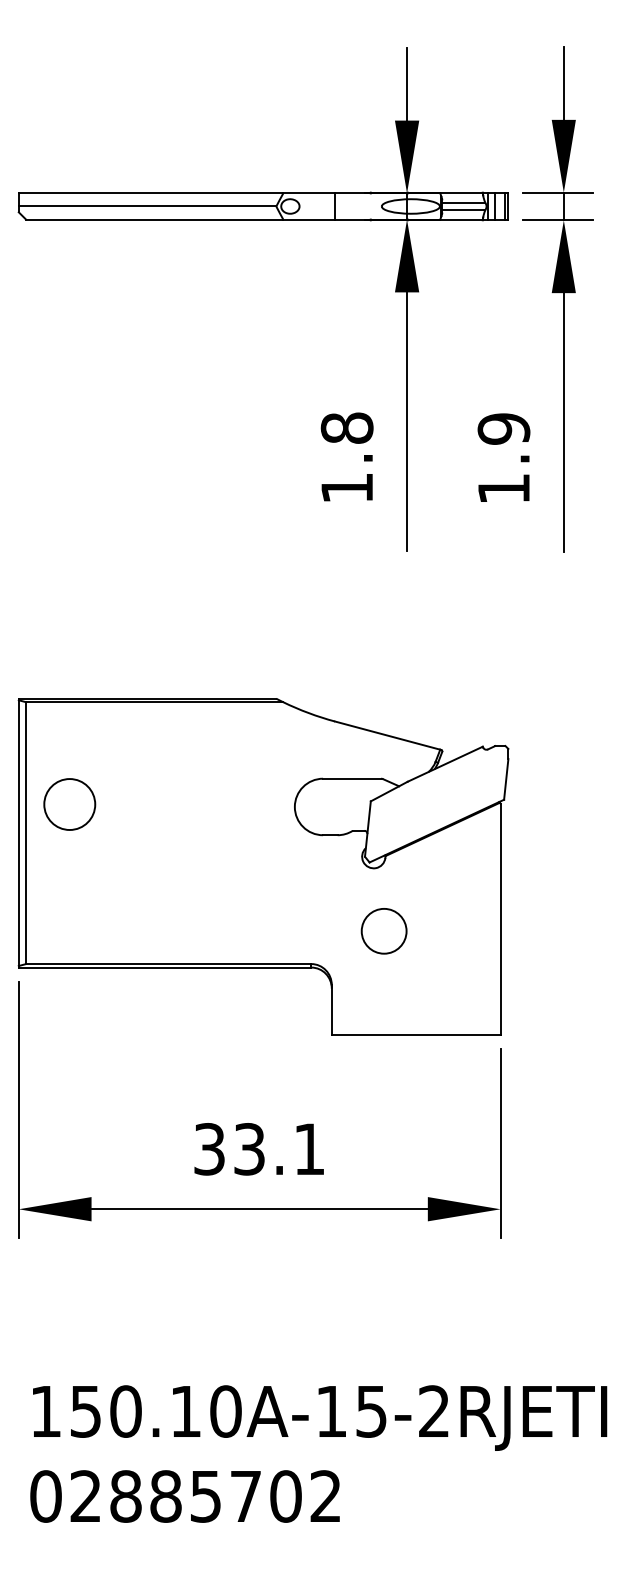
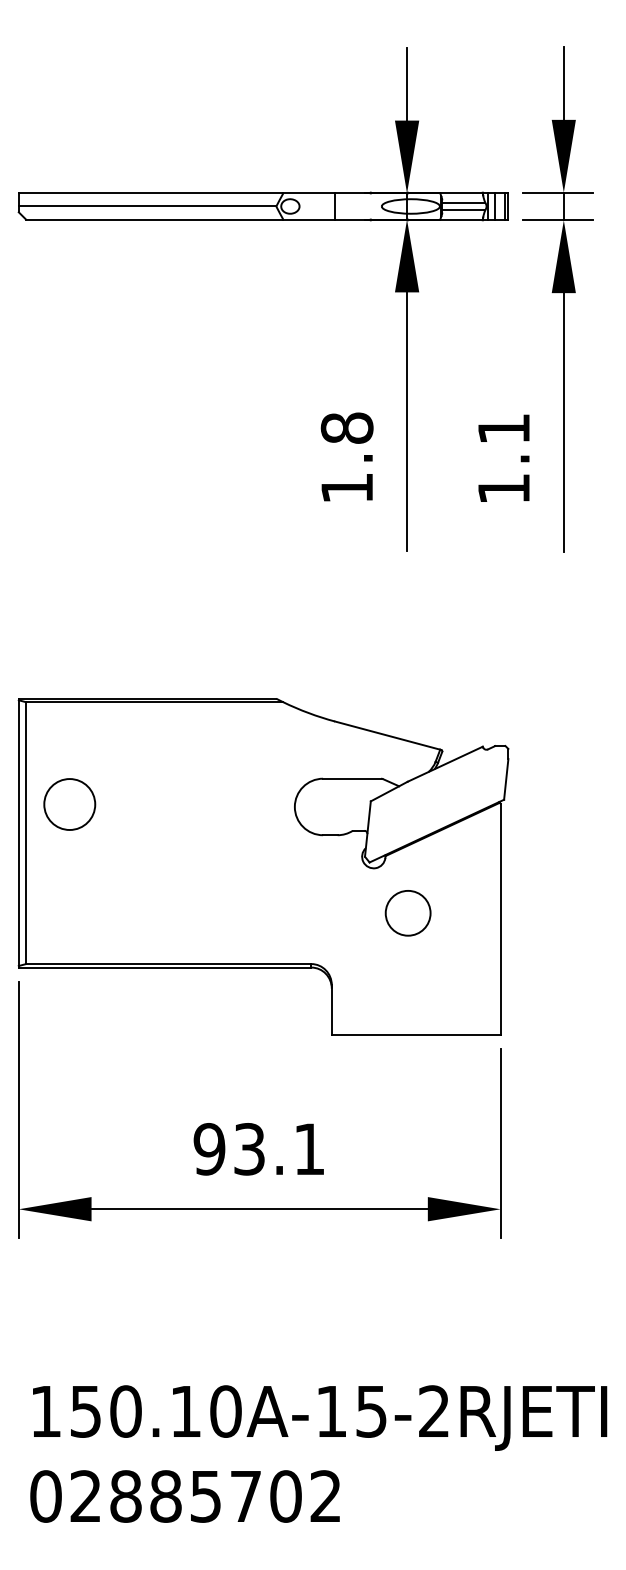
text at (503, 428): 1.9 -> 1.1
circle at (383, 931) position: (383, 931) -> (407, 913)
text at (209, 1149): 33.1 -> 93.1
